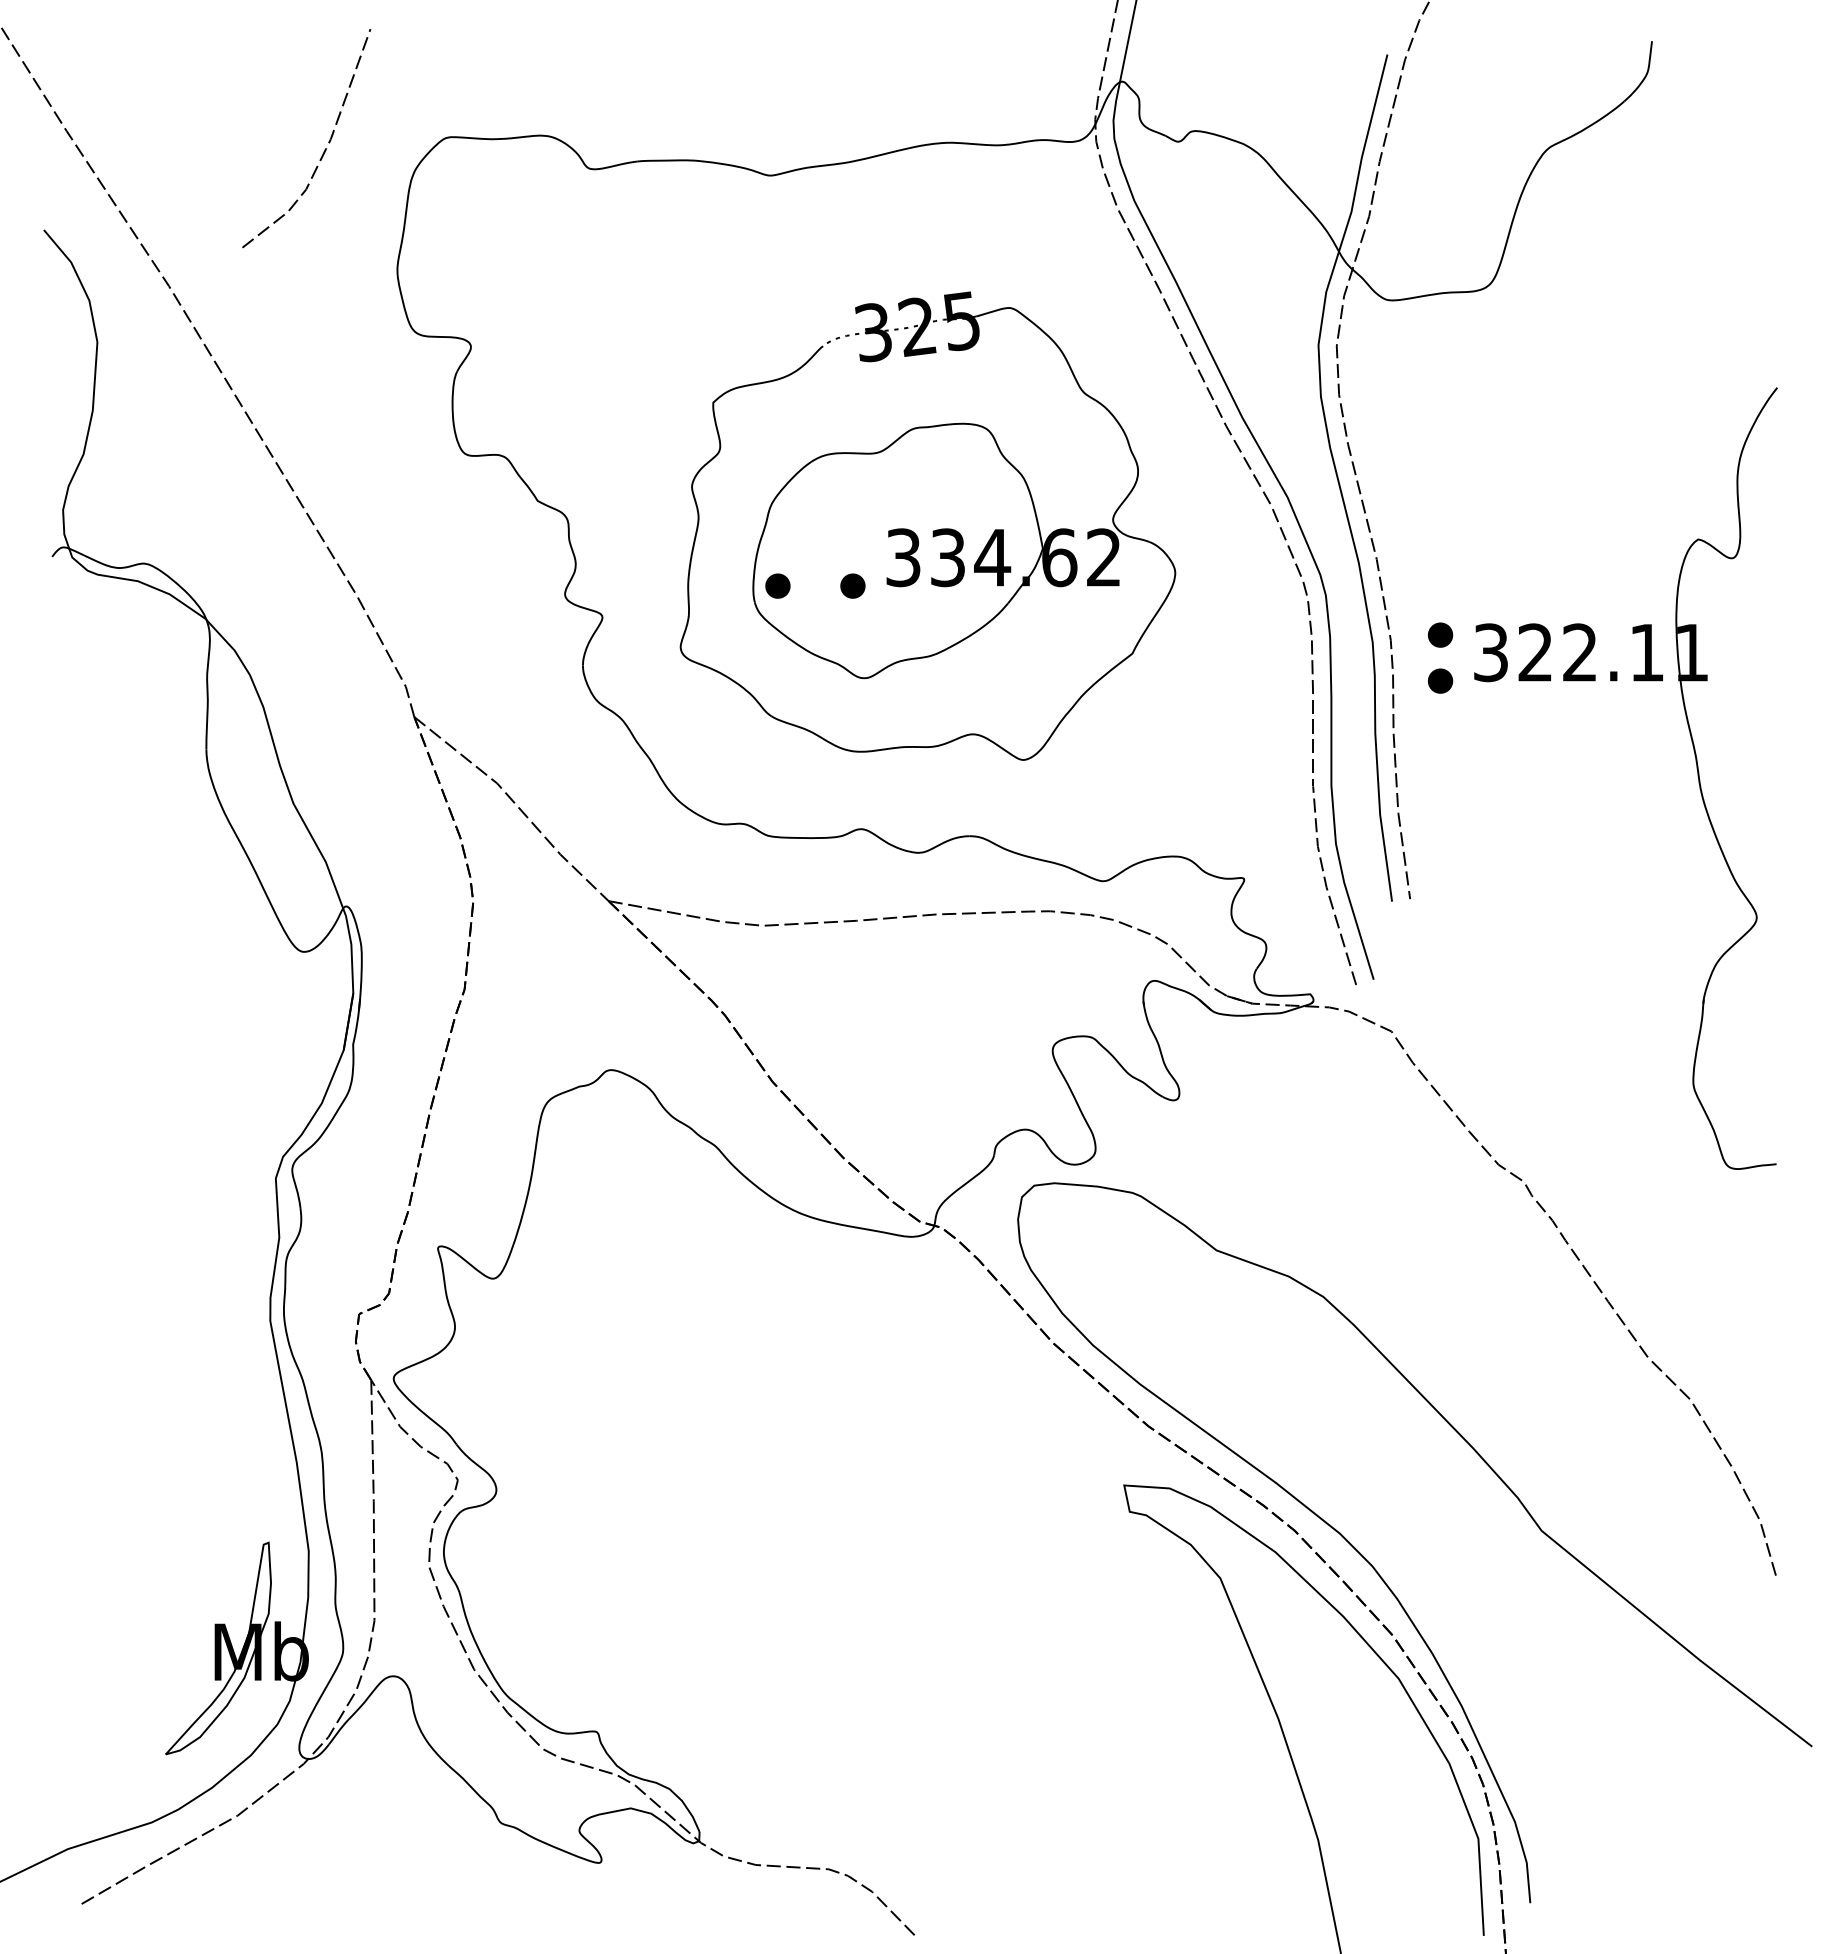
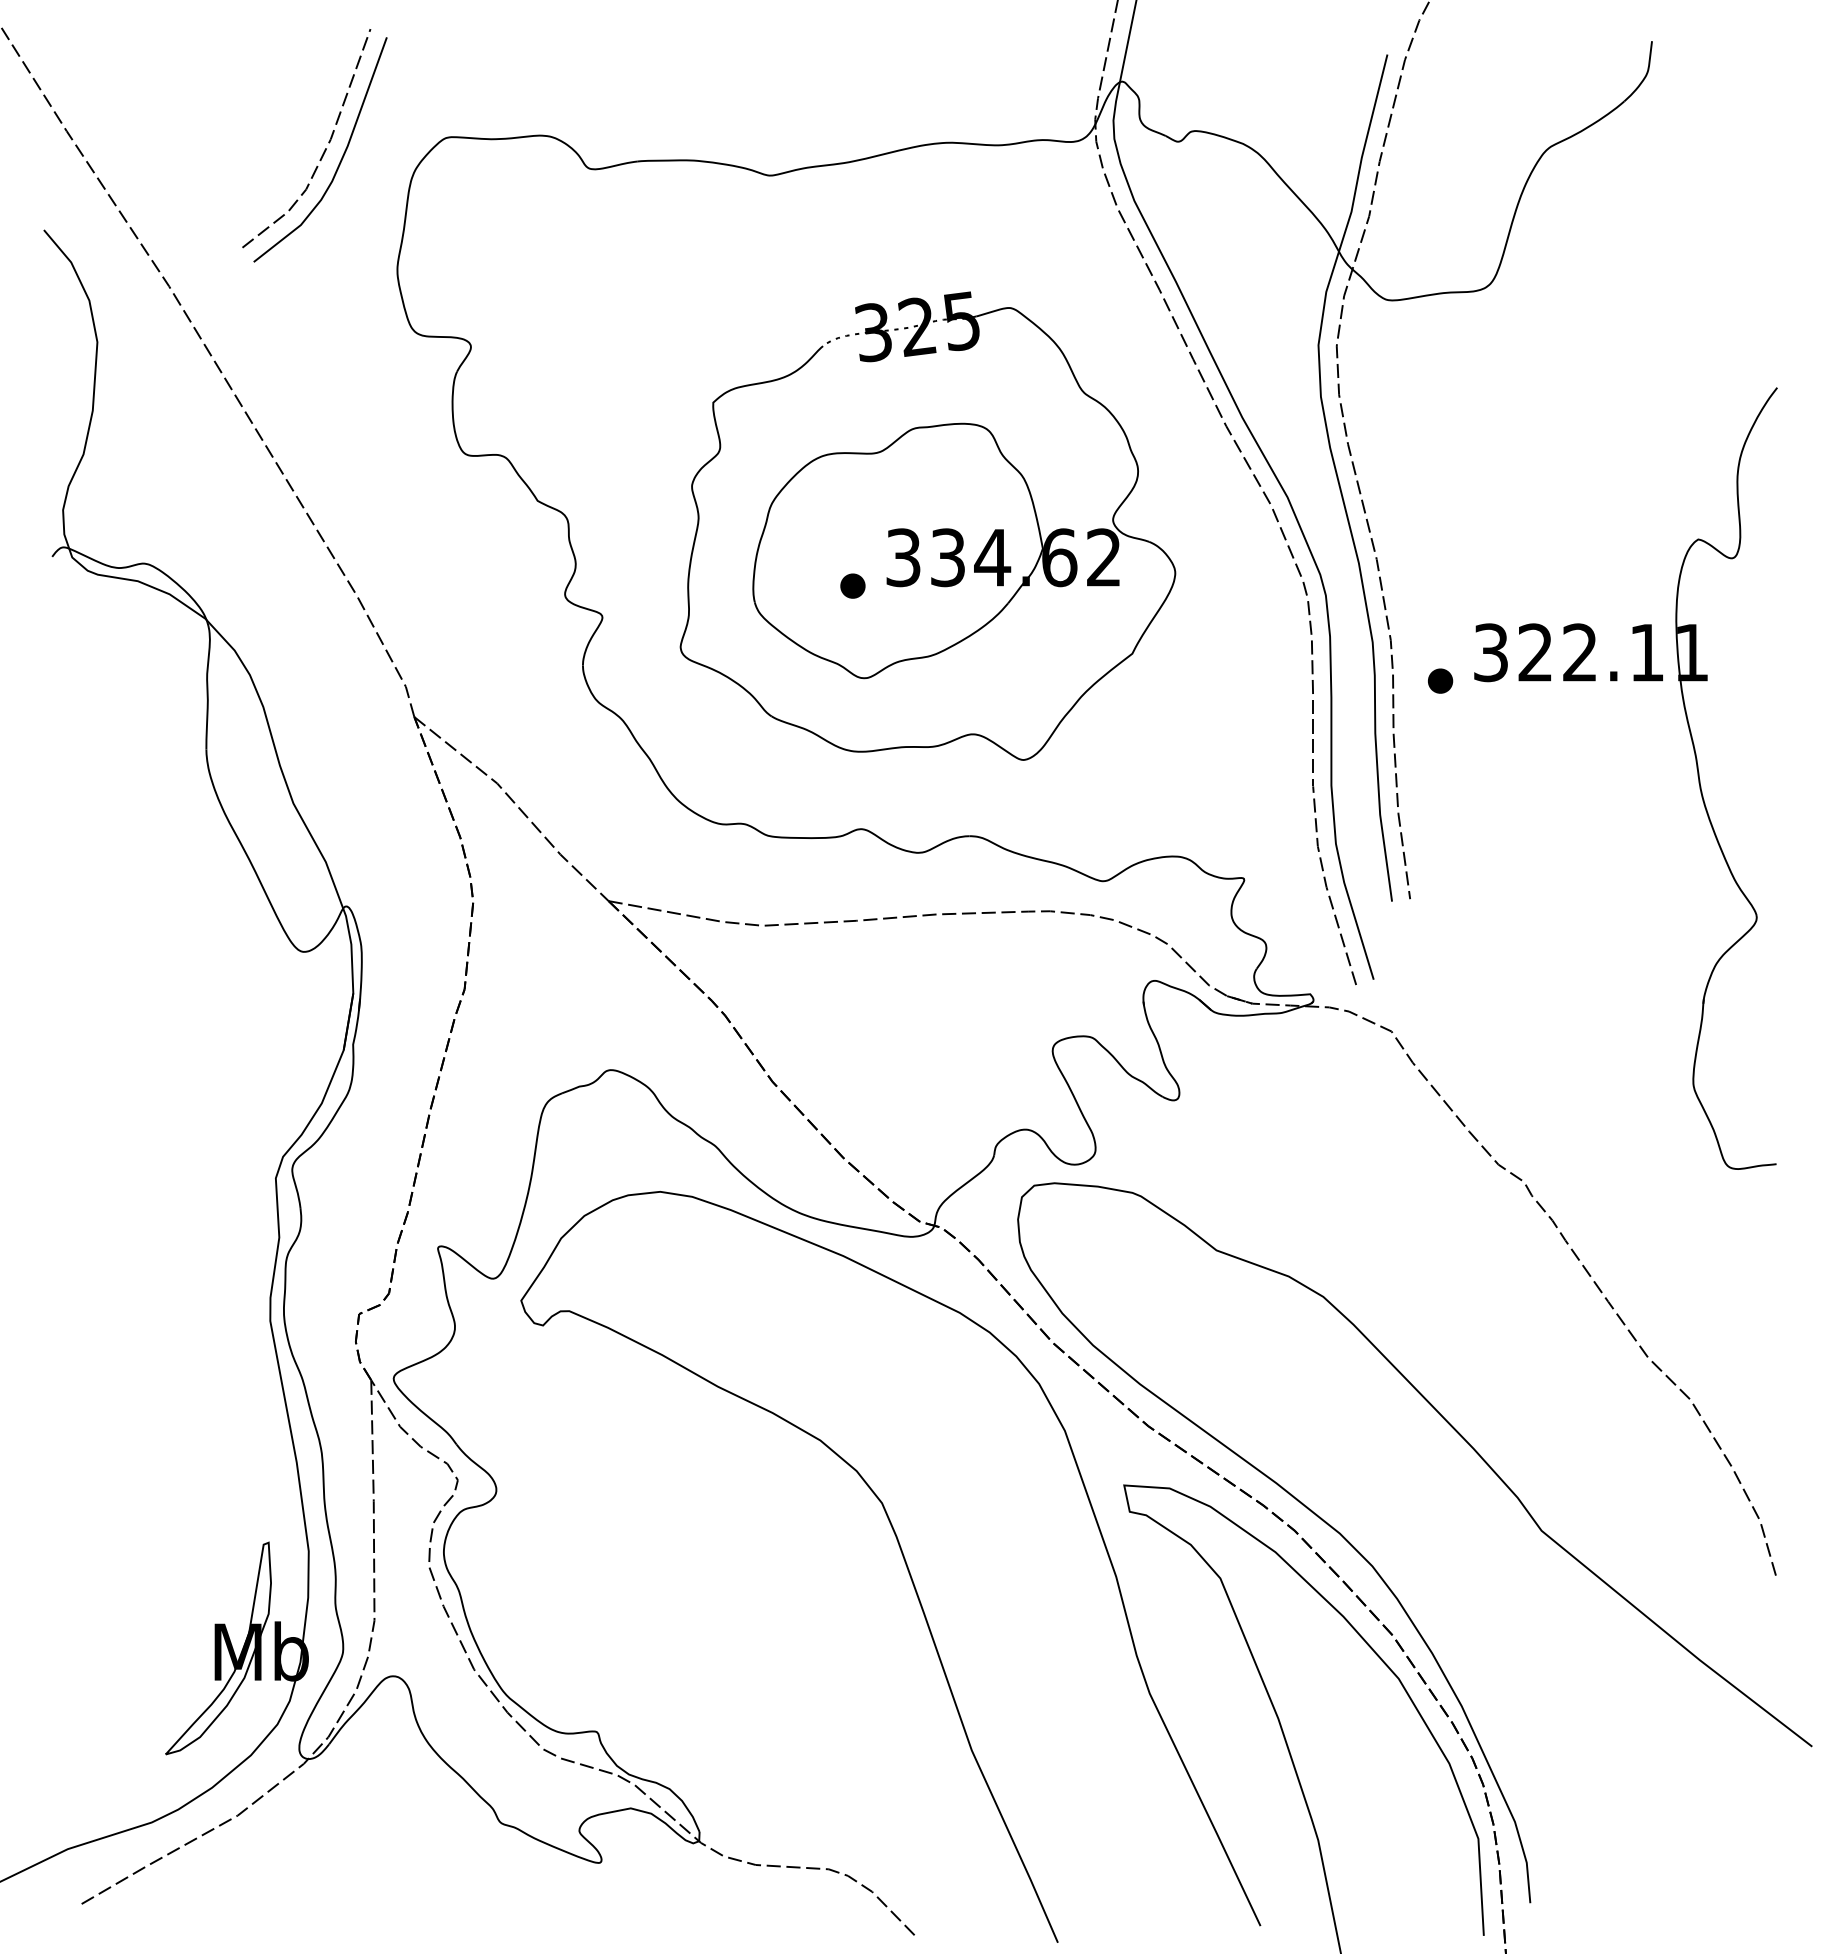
curve at (340, 159): none -> present
part at (777, 585): present -> none
part at (1440, 634): present -> none
curve at (904, 1562): none -> present
